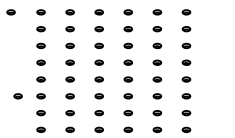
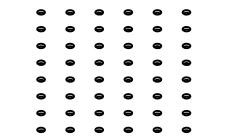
part at (10, 12): present -> none
part at (17, 96): present -> none
